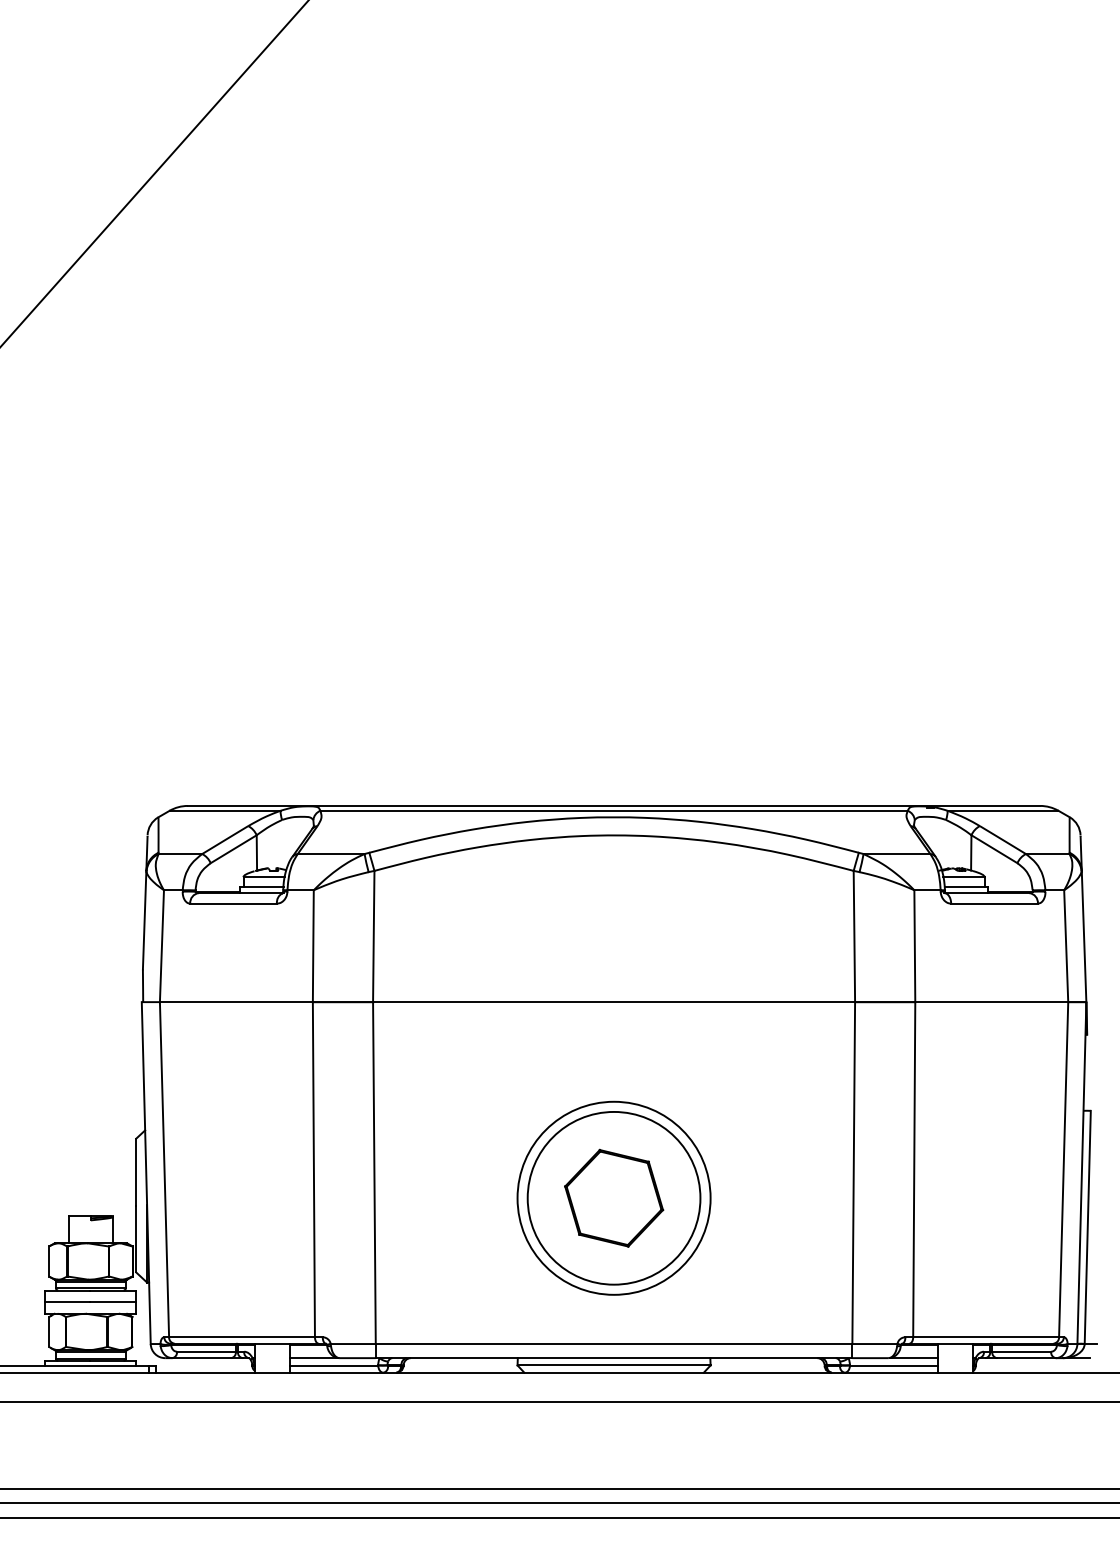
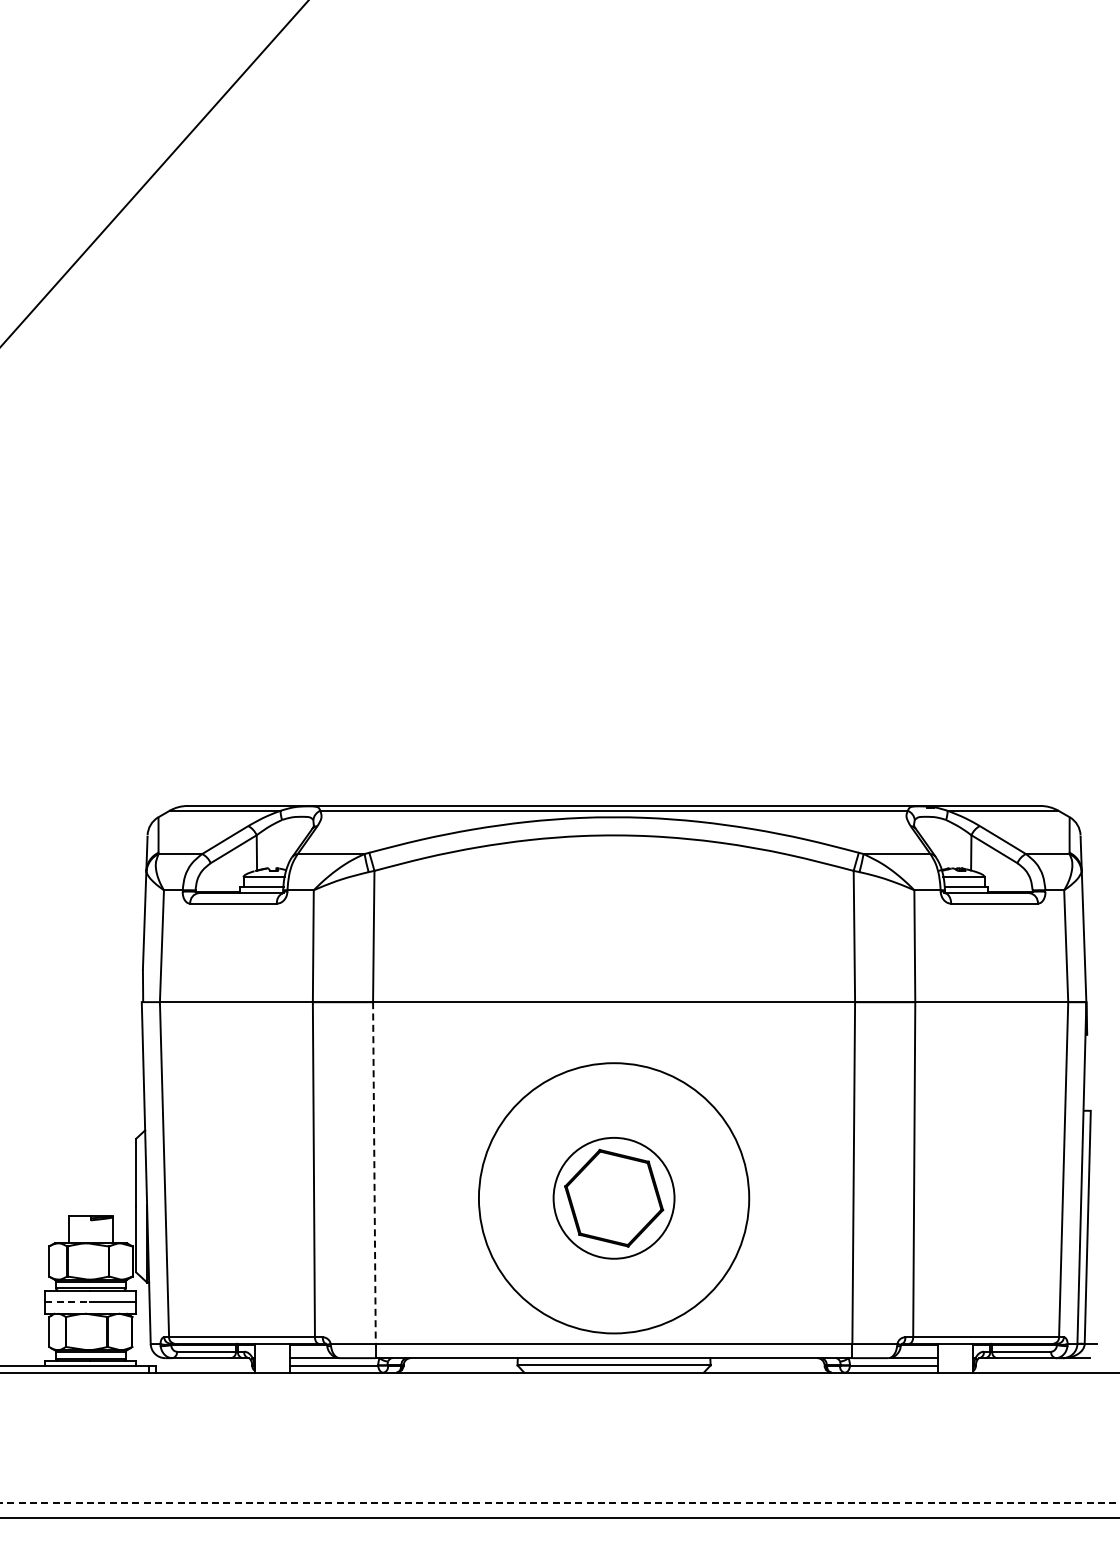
line at (374, 1173): solid -> dashed
circle at (613, 1197) diameter: 173 px -> 121 px
circle at (613, 1197) diameter: 193 px -> 270 px
line at (68, 1302): solid -> dashed
line at (559, 1401): present -> none
line at (559, 1488): present -> none
line at (559, 1503): solid -> dashed
